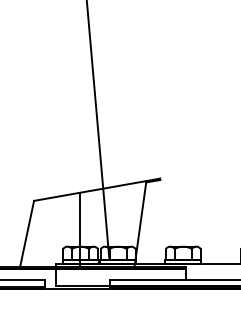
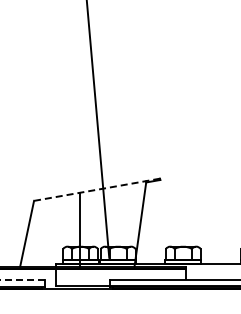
line at (97, 189): solid -> dashed
line at (22, 279): solid -> dashed
